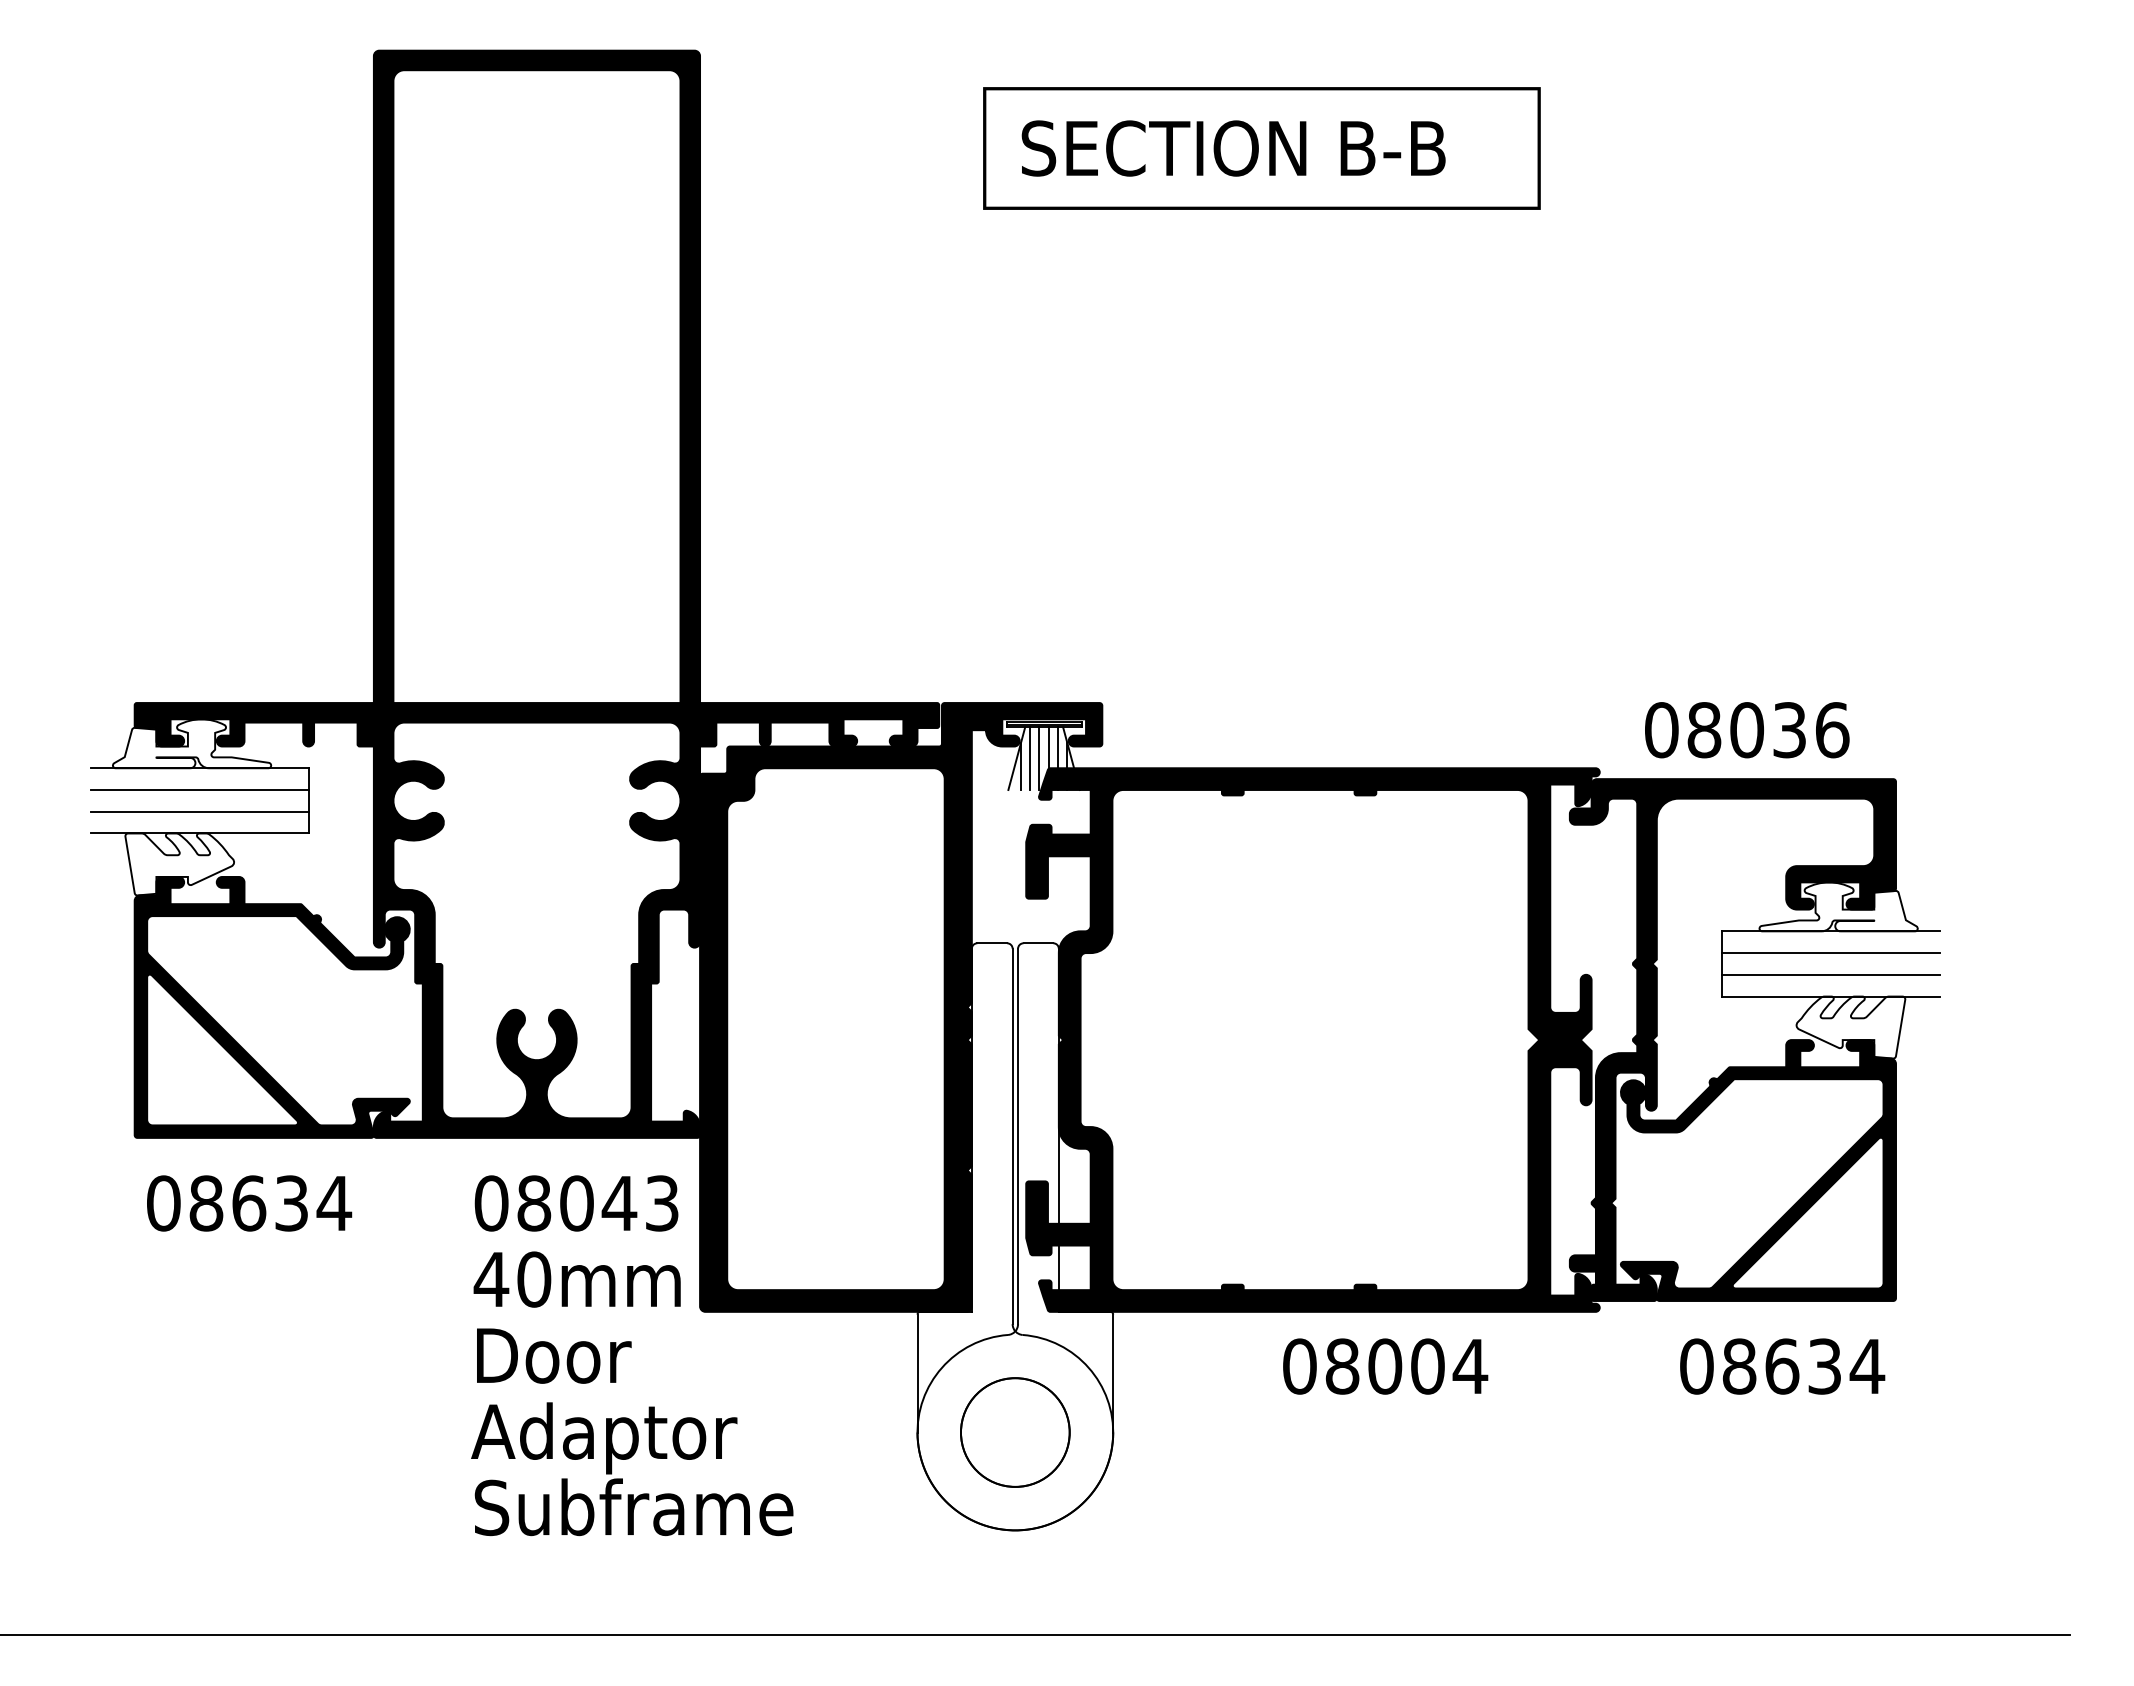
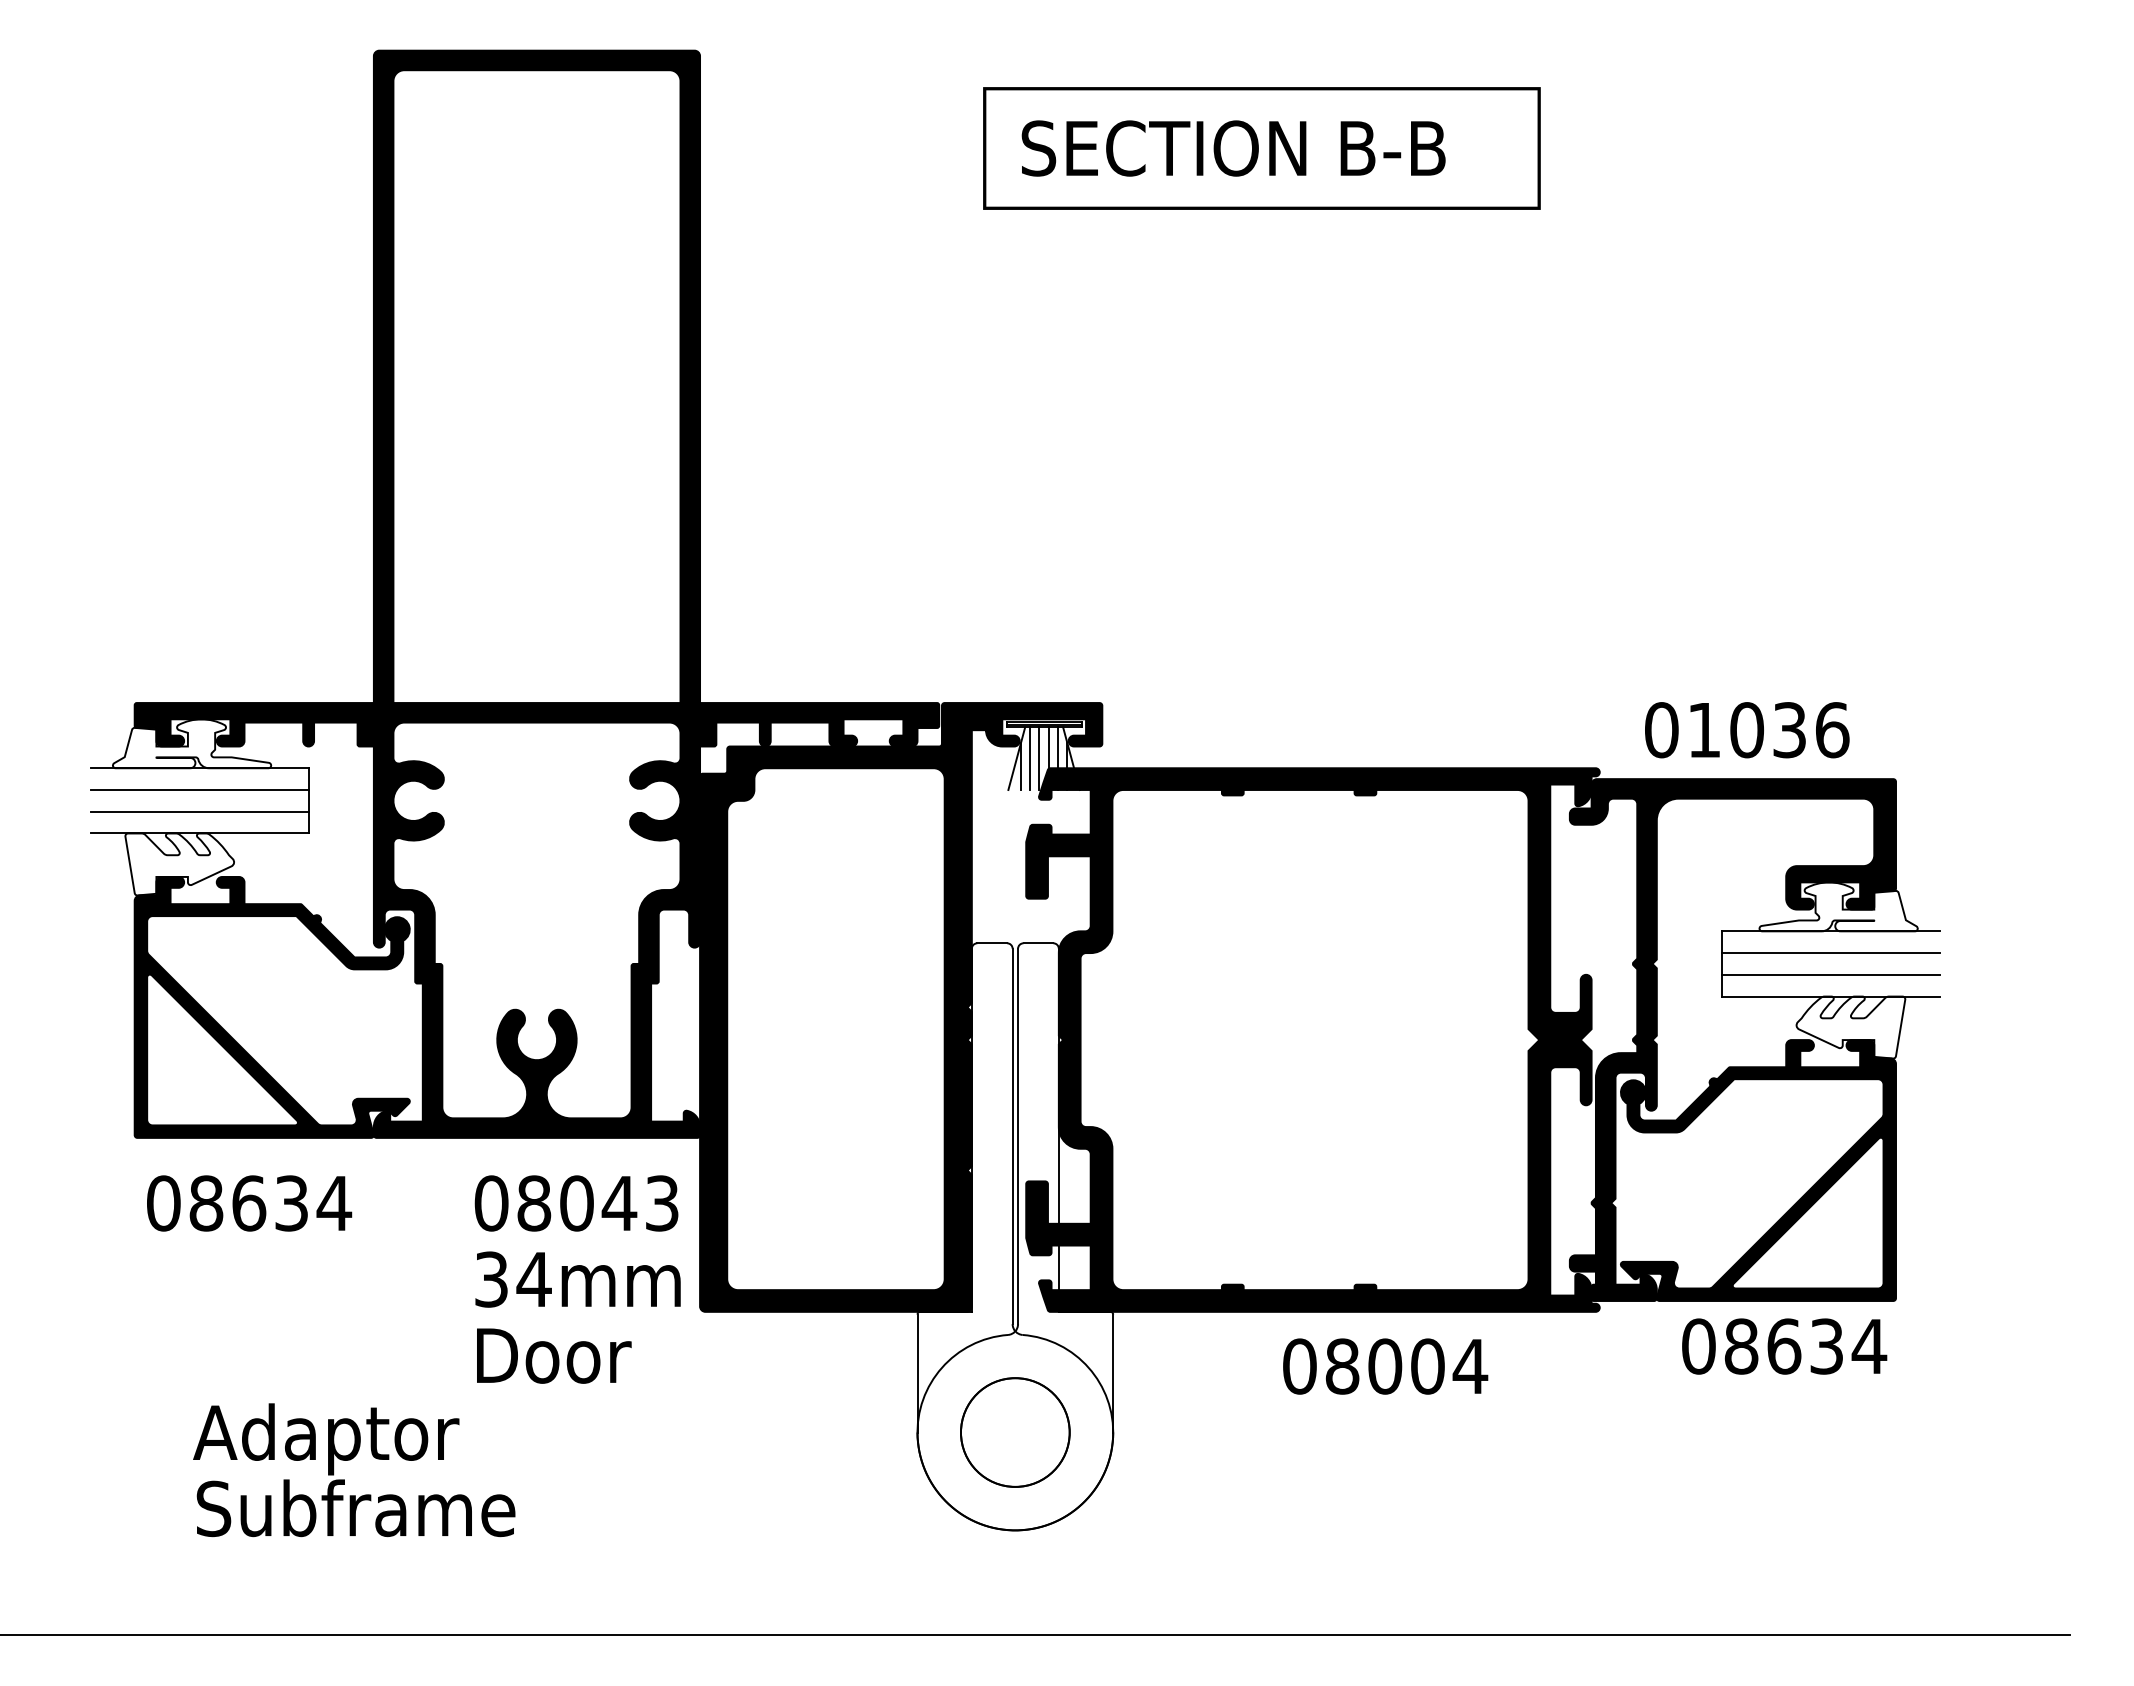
text at (1704, 730): 08036 -> 01036
text at (512, 1279): 40mm -> 34mm
text at (1782, 1366) position: (1782, 1366) -> (1784, 1346)
text at (632, 1469) position: (632, 1469) -> (354, 1470)
